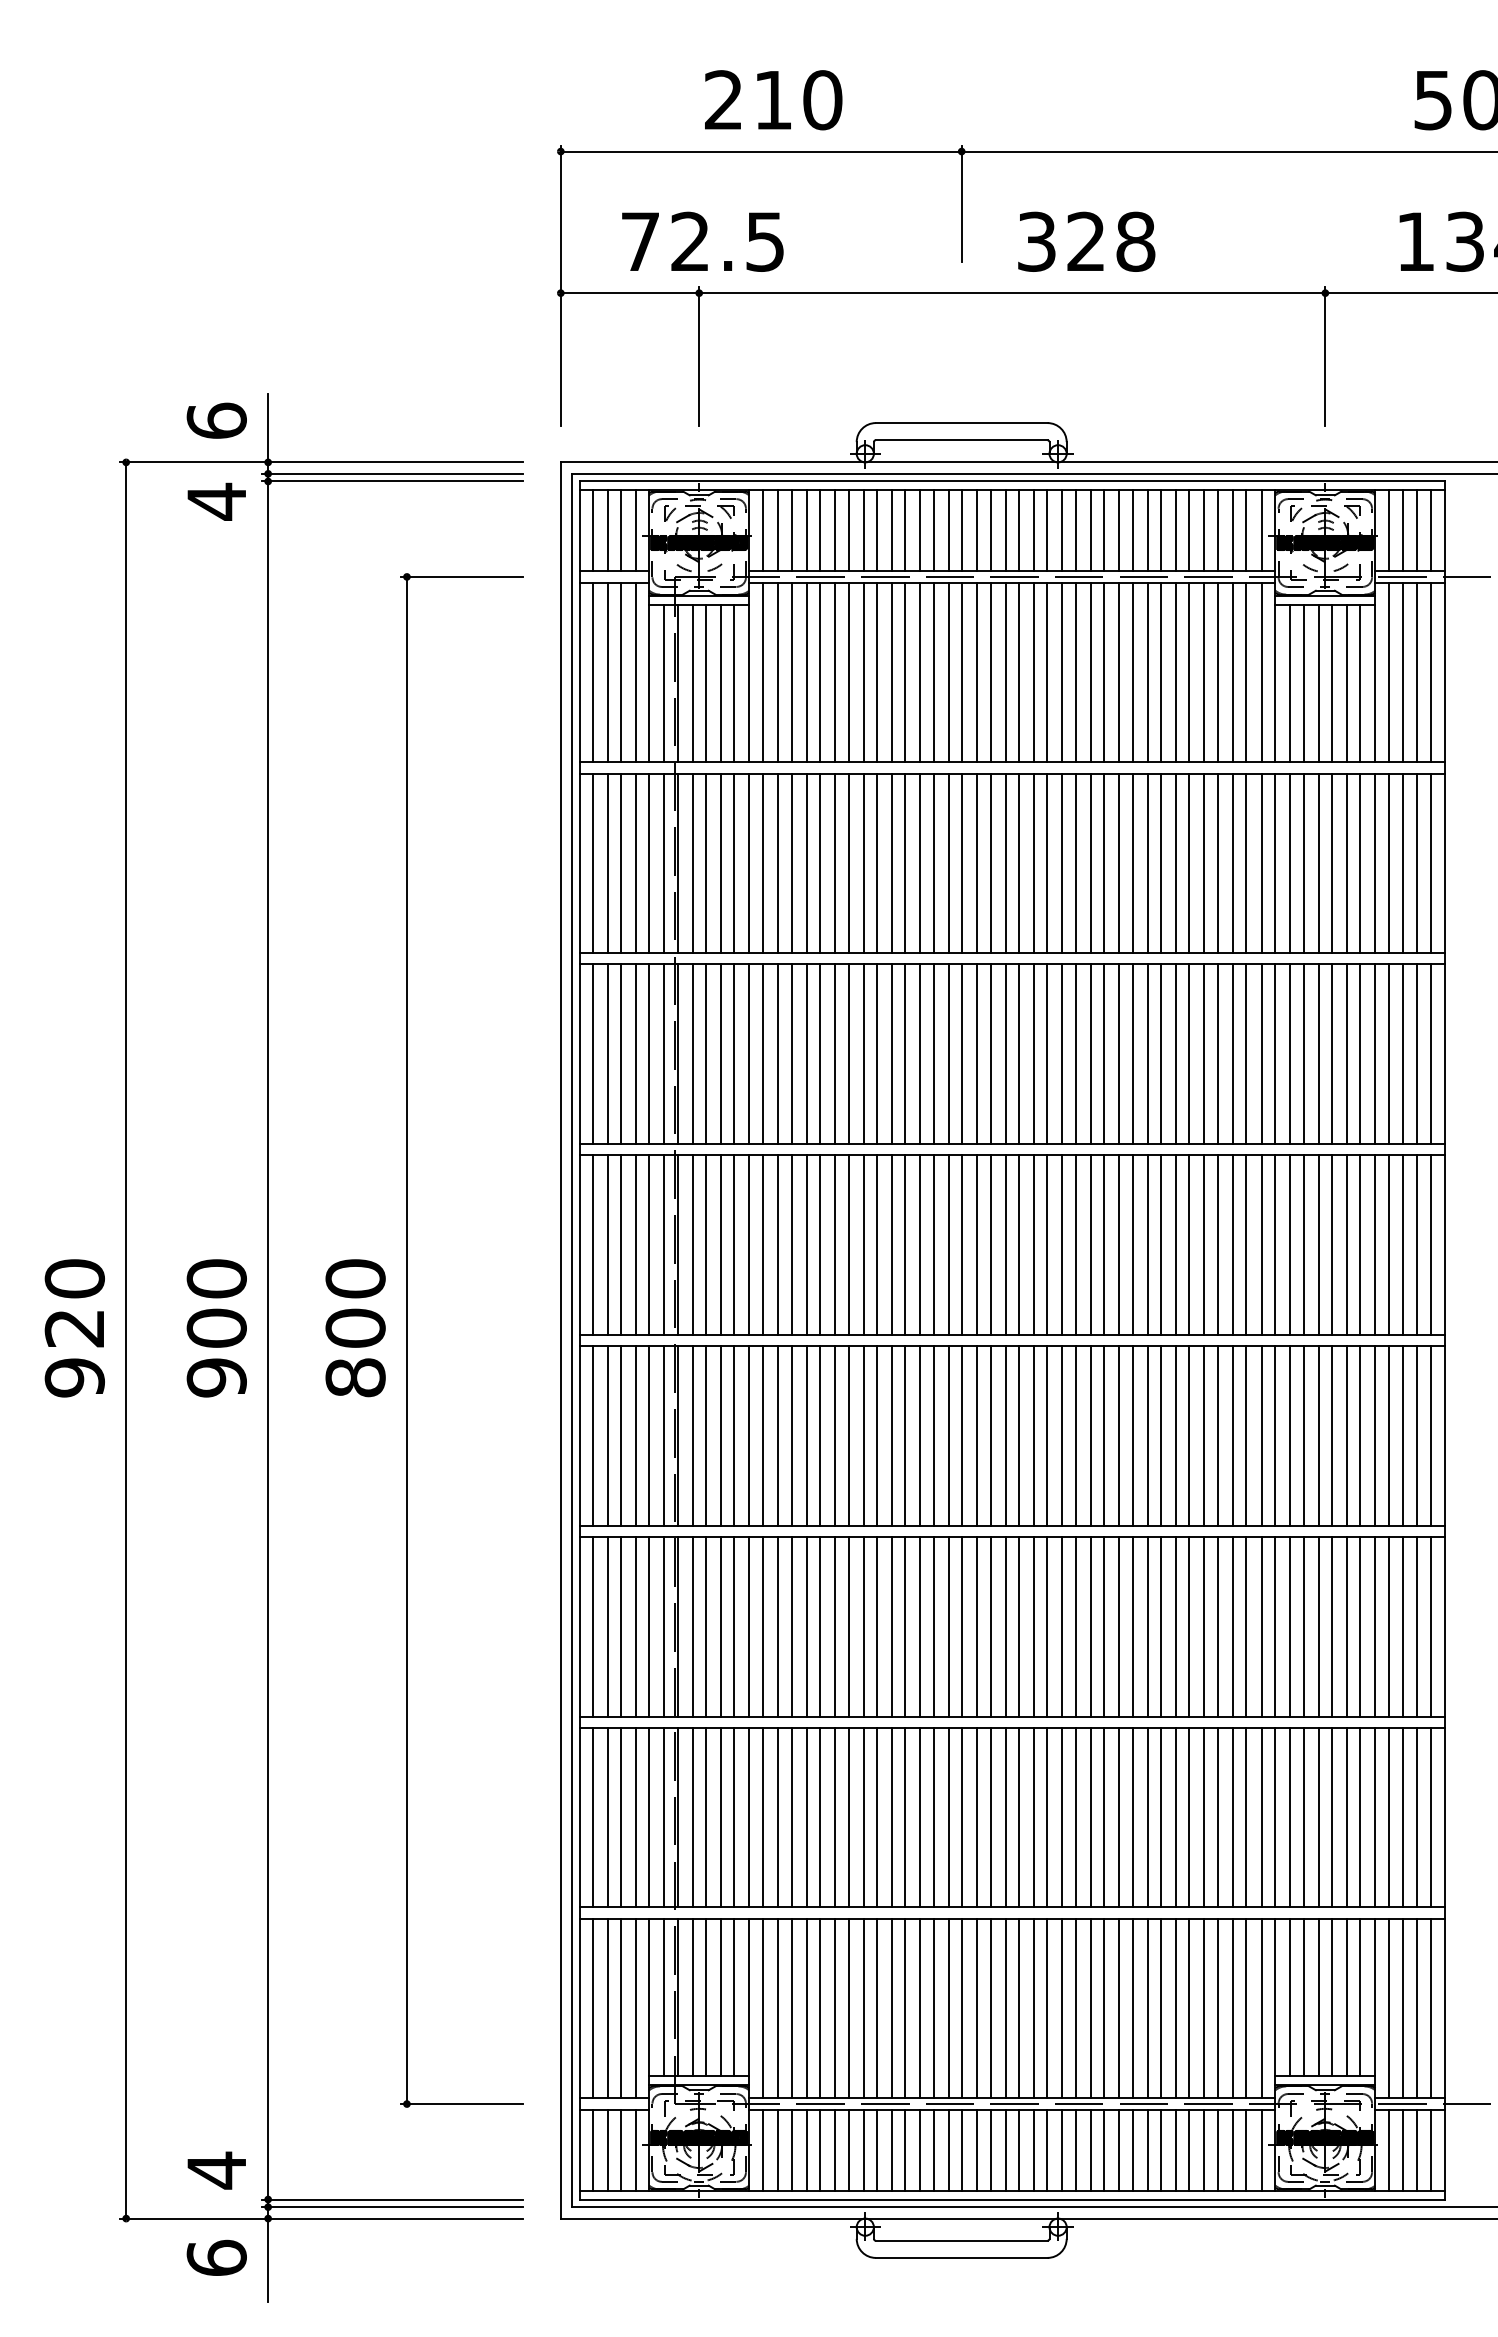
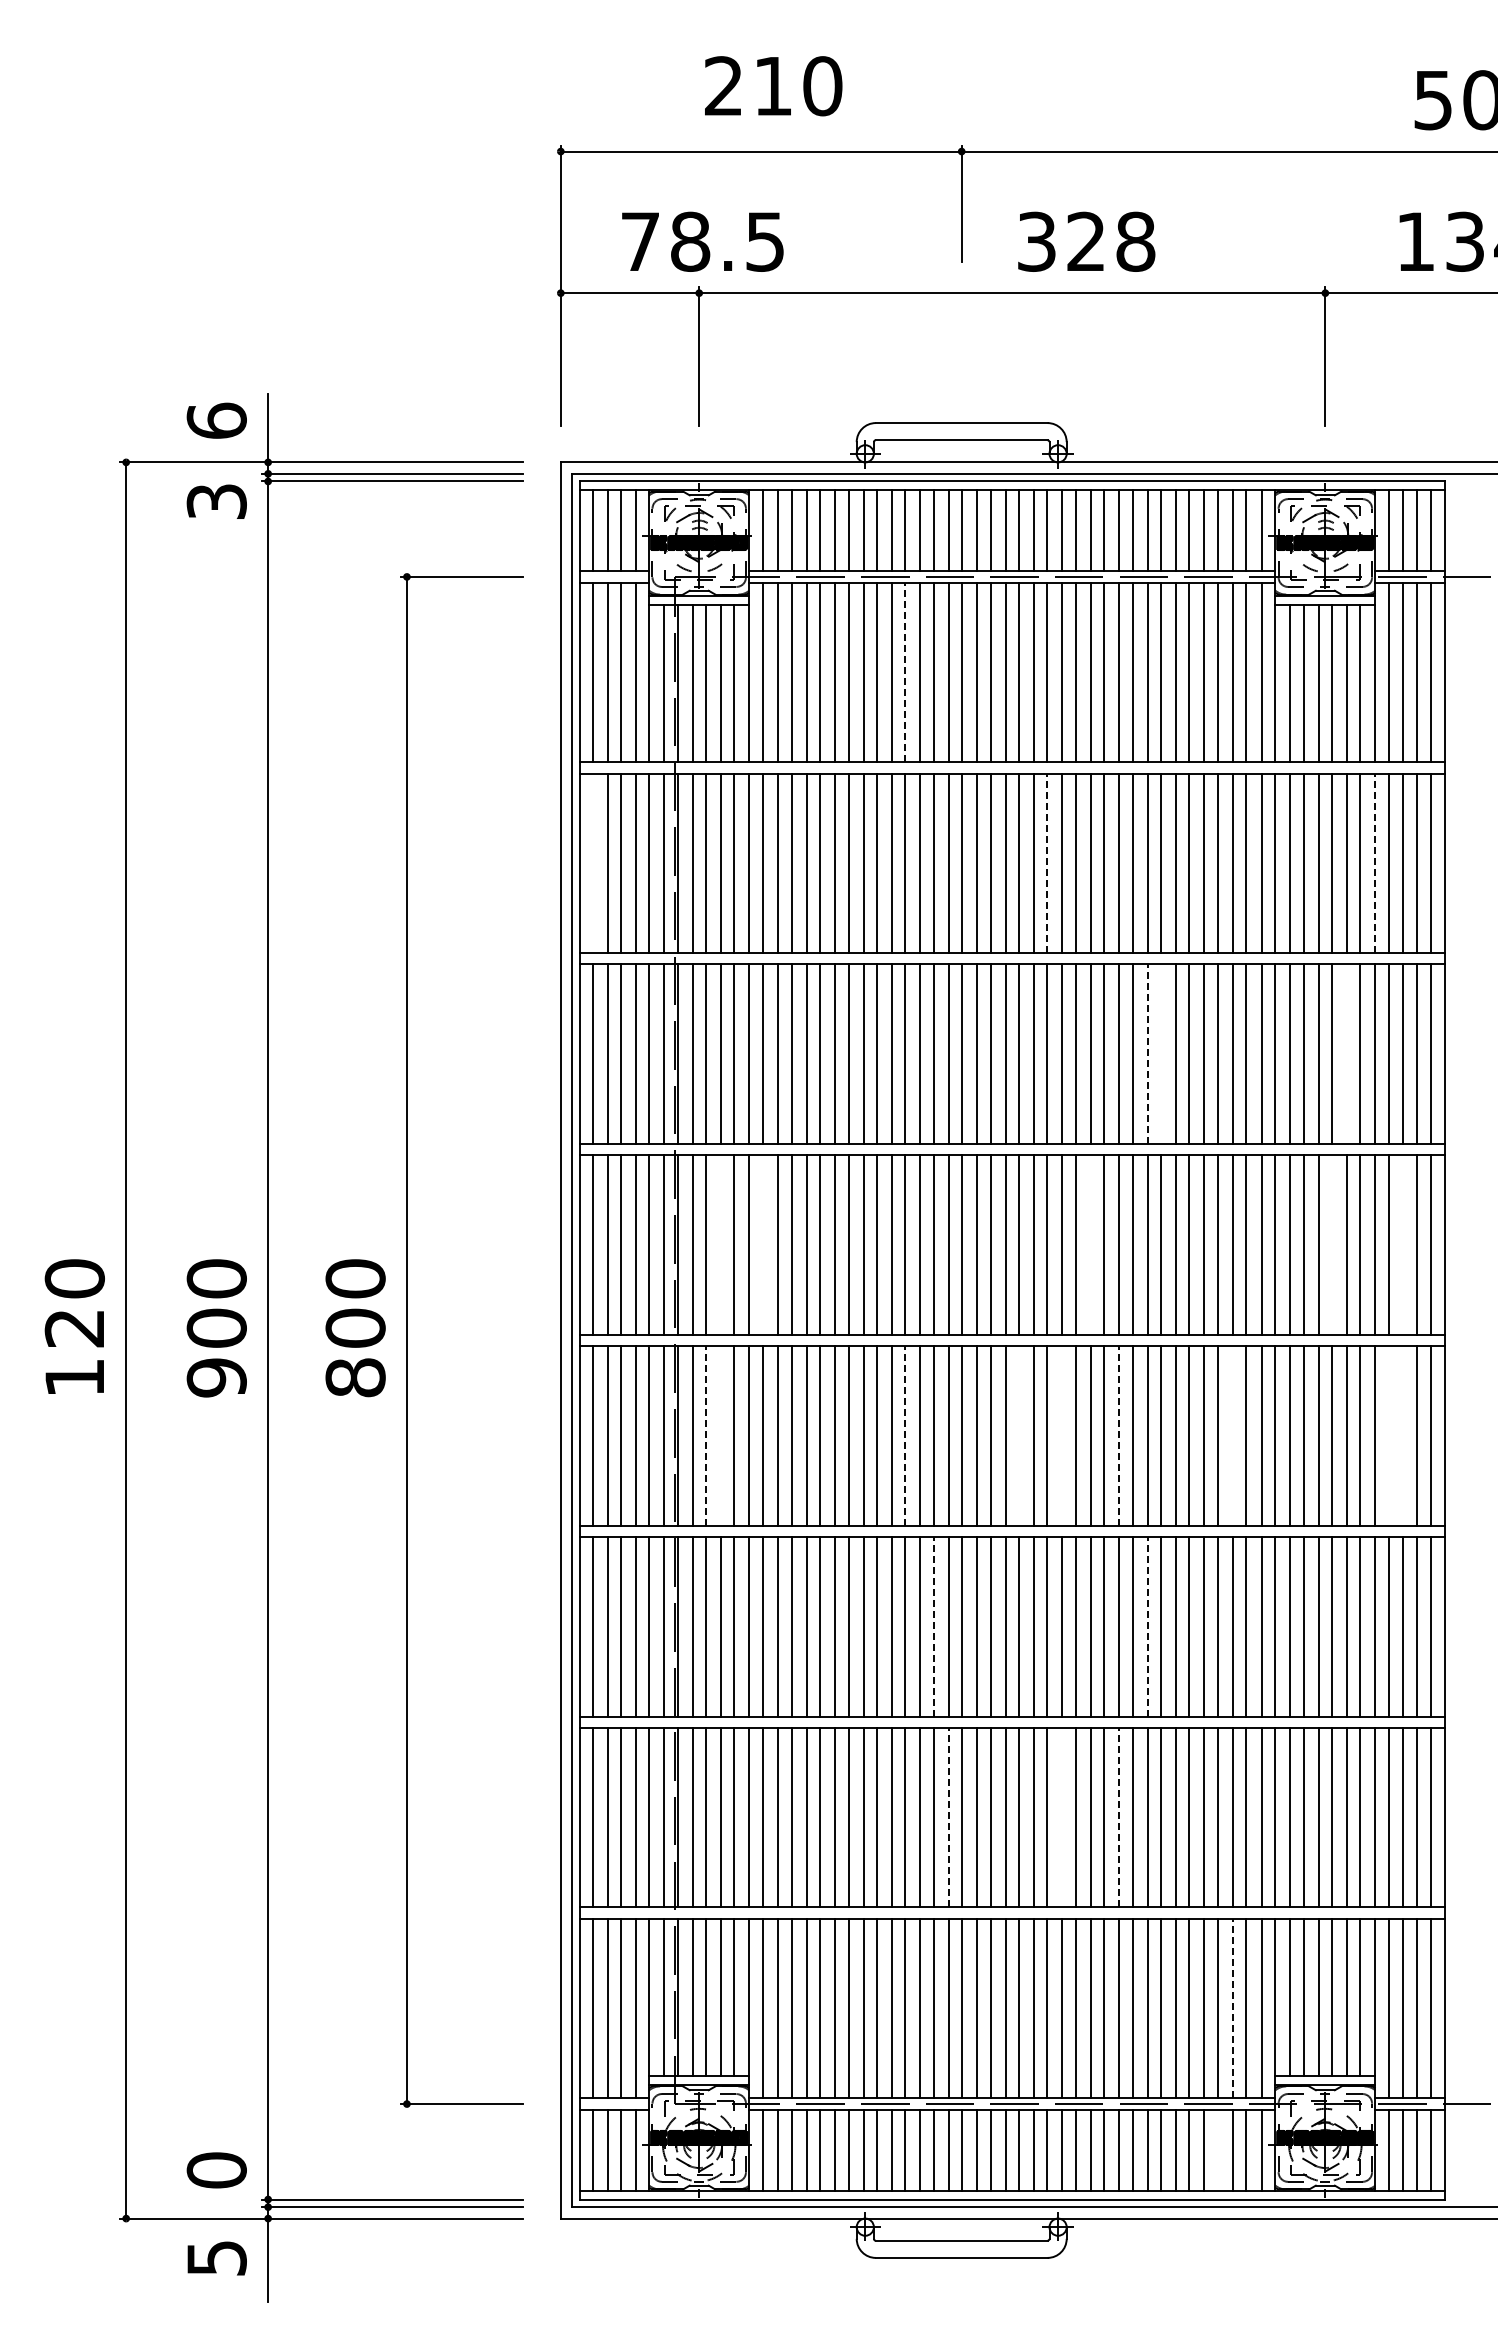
text at (773, 100) position: (773, 100) -> (773, 86)
text at (690, 241): 72.5 -> 78.5
text at (216, 501): 4 -> 3
line at (905, 672): solid -> dashed
line at (593, 862): present -> none
line at (1047, 863): solid -> dashed
line at (1375, 863): solid -> dashed
line at (1160, 1053): present -> none
line at (1347, 1053): present -> none
line at (1147, 1054): solid -> dashed
line at (720, 1244): present -> none
line at (762, 1244): present -> none
line at (1090, 1244): present -> none
line at (1332, 1244): present -> none
line at (1403, 1244): present -> none
text at (74, 1377): 920 -> 120
line at (705, 1435): solid -> dashed
line at (720, 1435): present -> none
line at (905, 1435): solid -> dashed
line at (1018, 1435): present -> none
line at (1062, 1435): present -> none
line at (1119, 1435): solid -> dashed
line at (1232, 1435): present -> none
line at (1388, 1435): present -> none
line at (1403, 1435): present -> none
line at (933, 1626): solid -> dashed
line at (1147, 1626): solid -> dashed
line at (948, 1817): solid -> dashed
line at (1062, 1817): present -> none
line at (1119, 1817): solid -> dashed
line at (1232, 2008): solid -> dashed
line at (1217, 2149): present -> none
text at (216, 2170): 4 -> 0
text at (216, 2257): 6 -> 5
